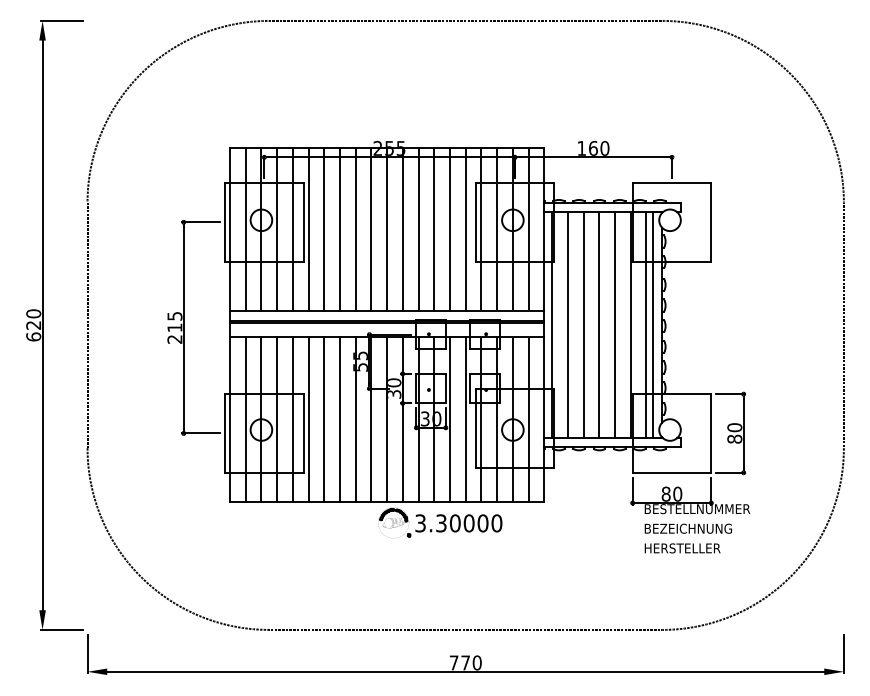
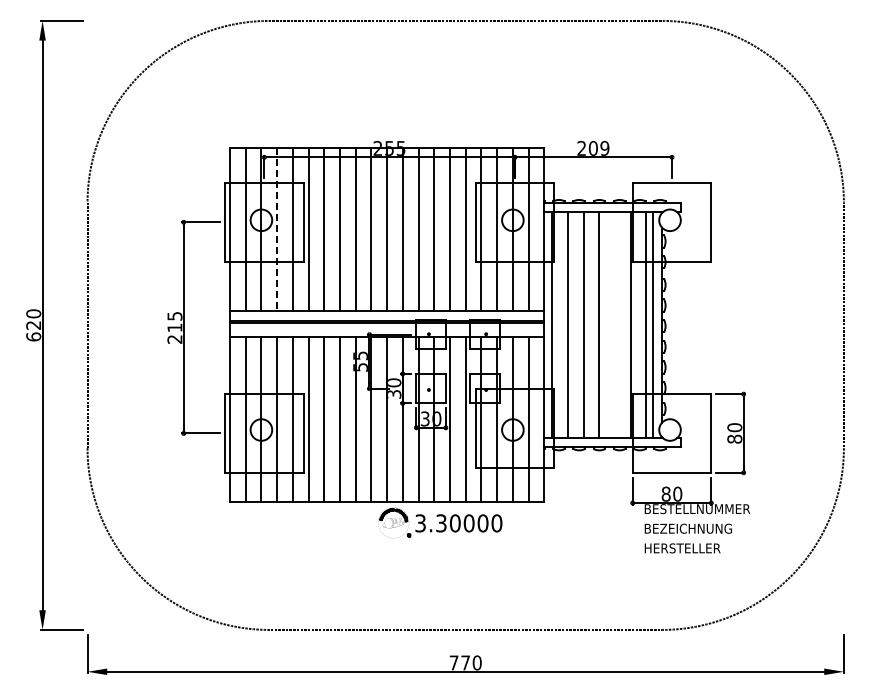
text at (593, 147): 160 -> 209
line at (277, 230): solid -> dashed
line at (615, 324): present -> none
